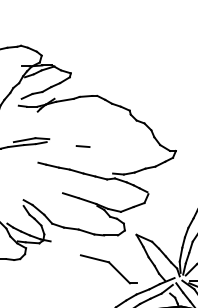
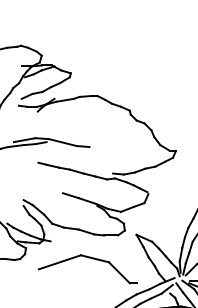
line at (62, 142): none -> present
line at (59, 262): none -> present
